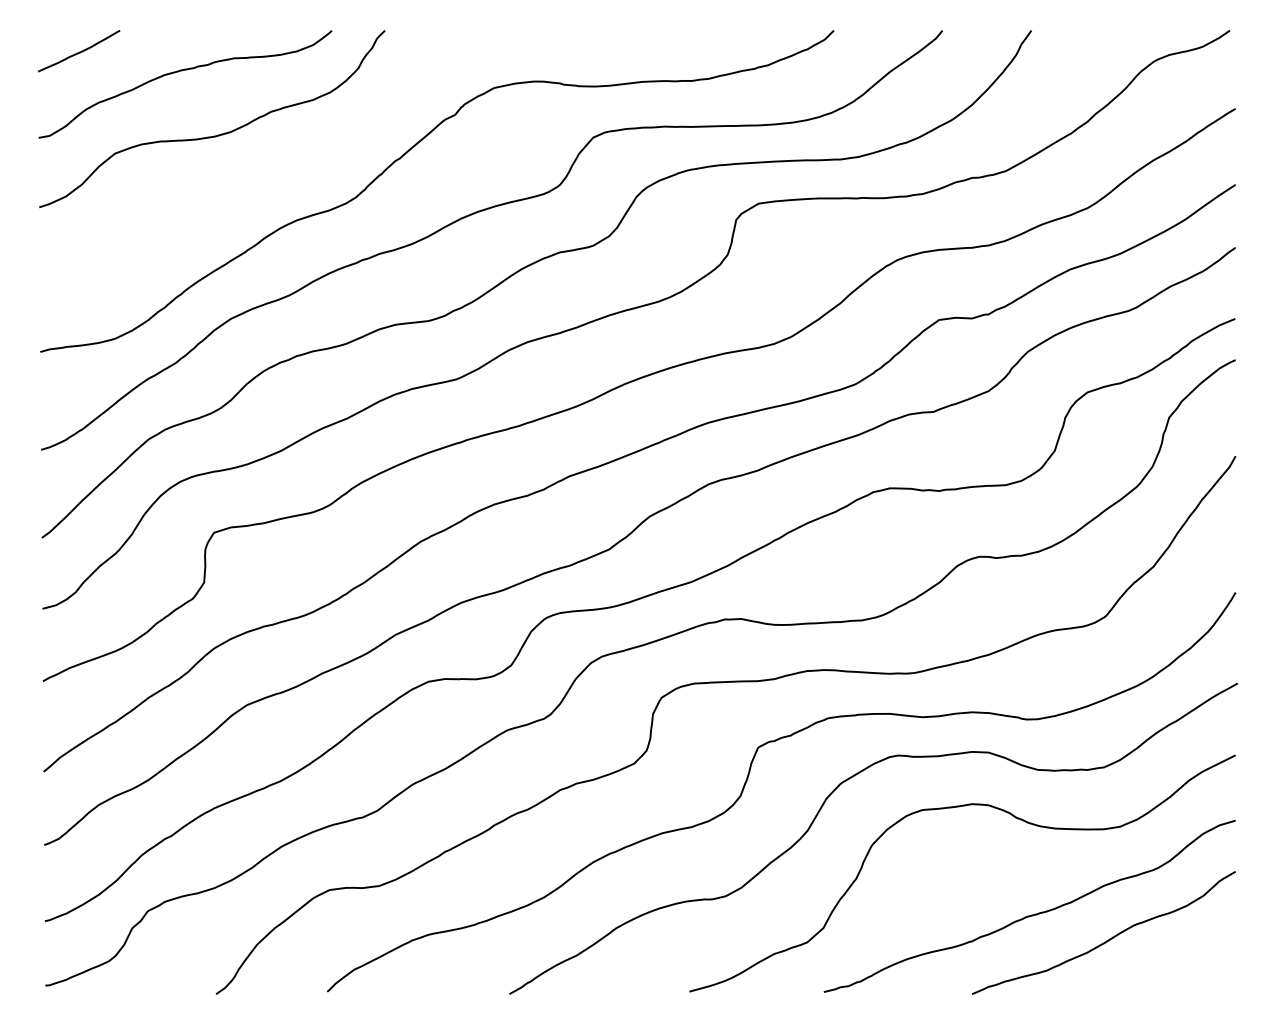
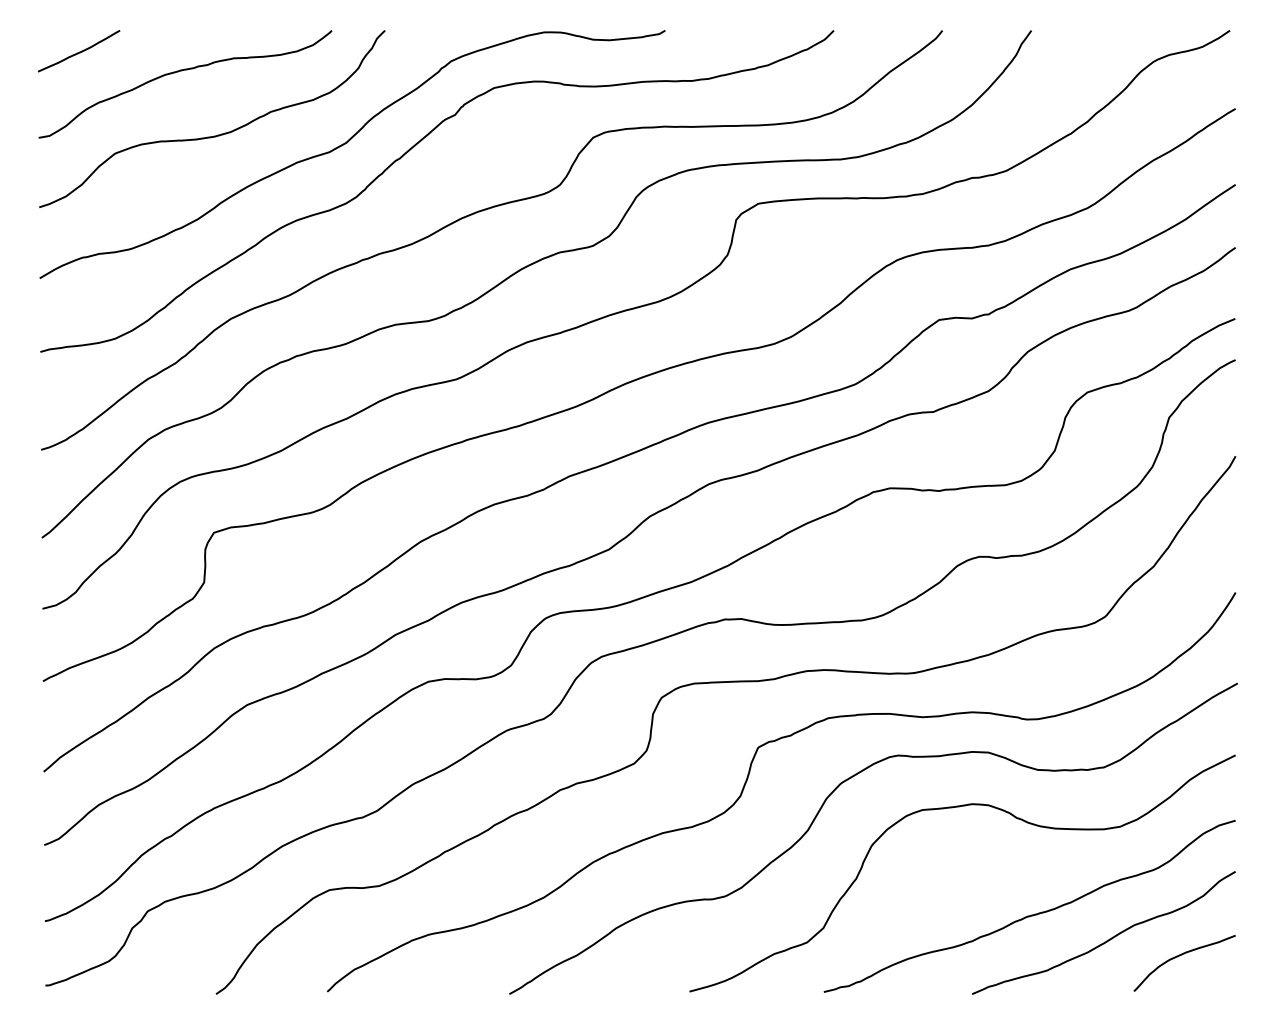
curve at (347, 143): none -> present
curve at (1182, 955): none -> present
